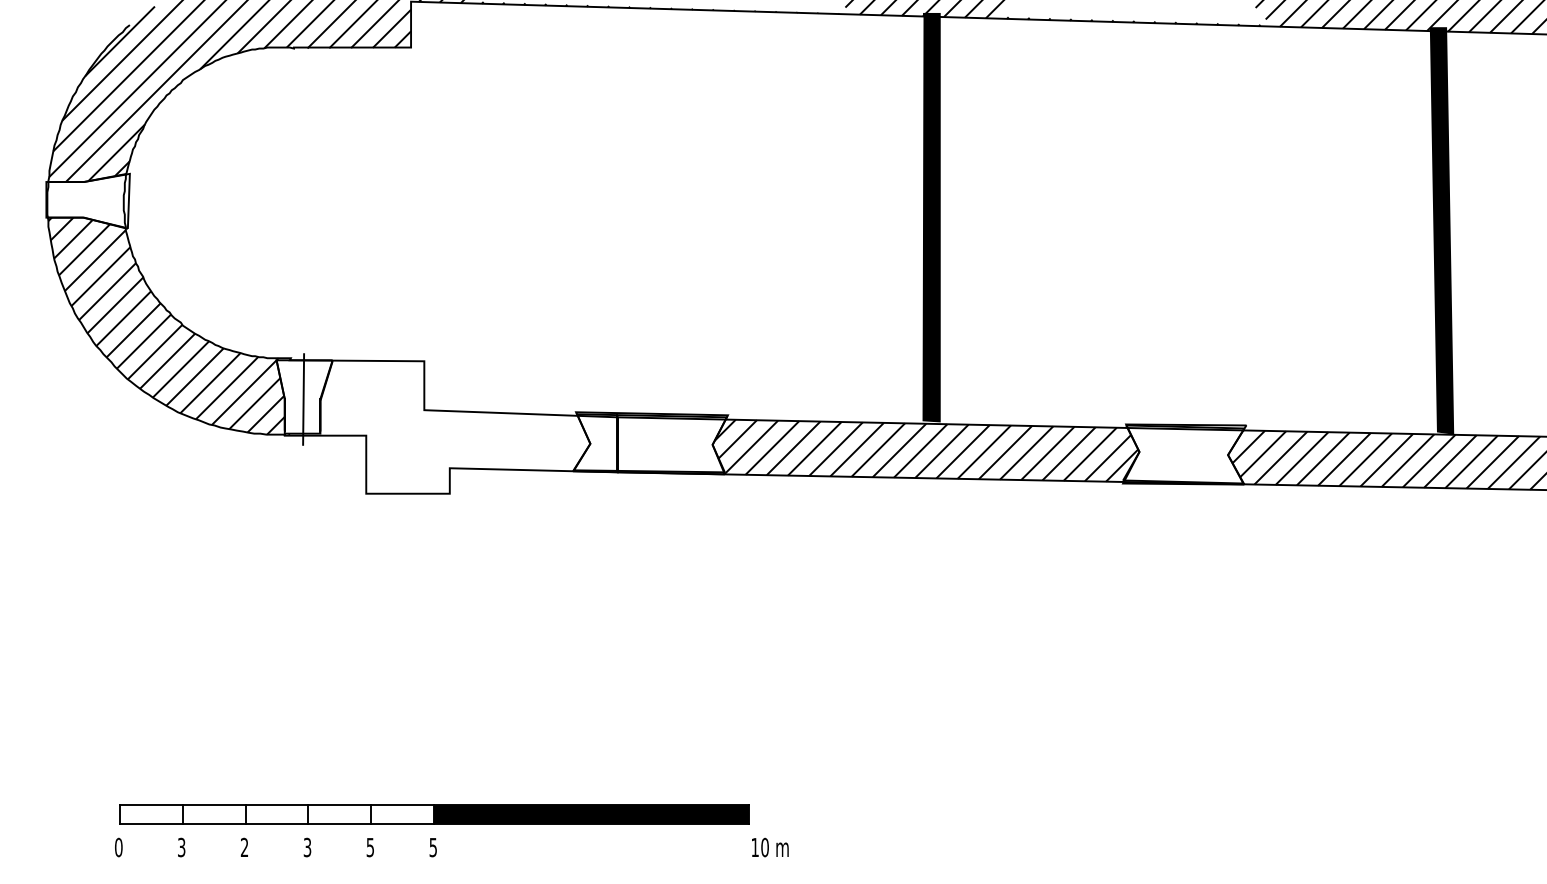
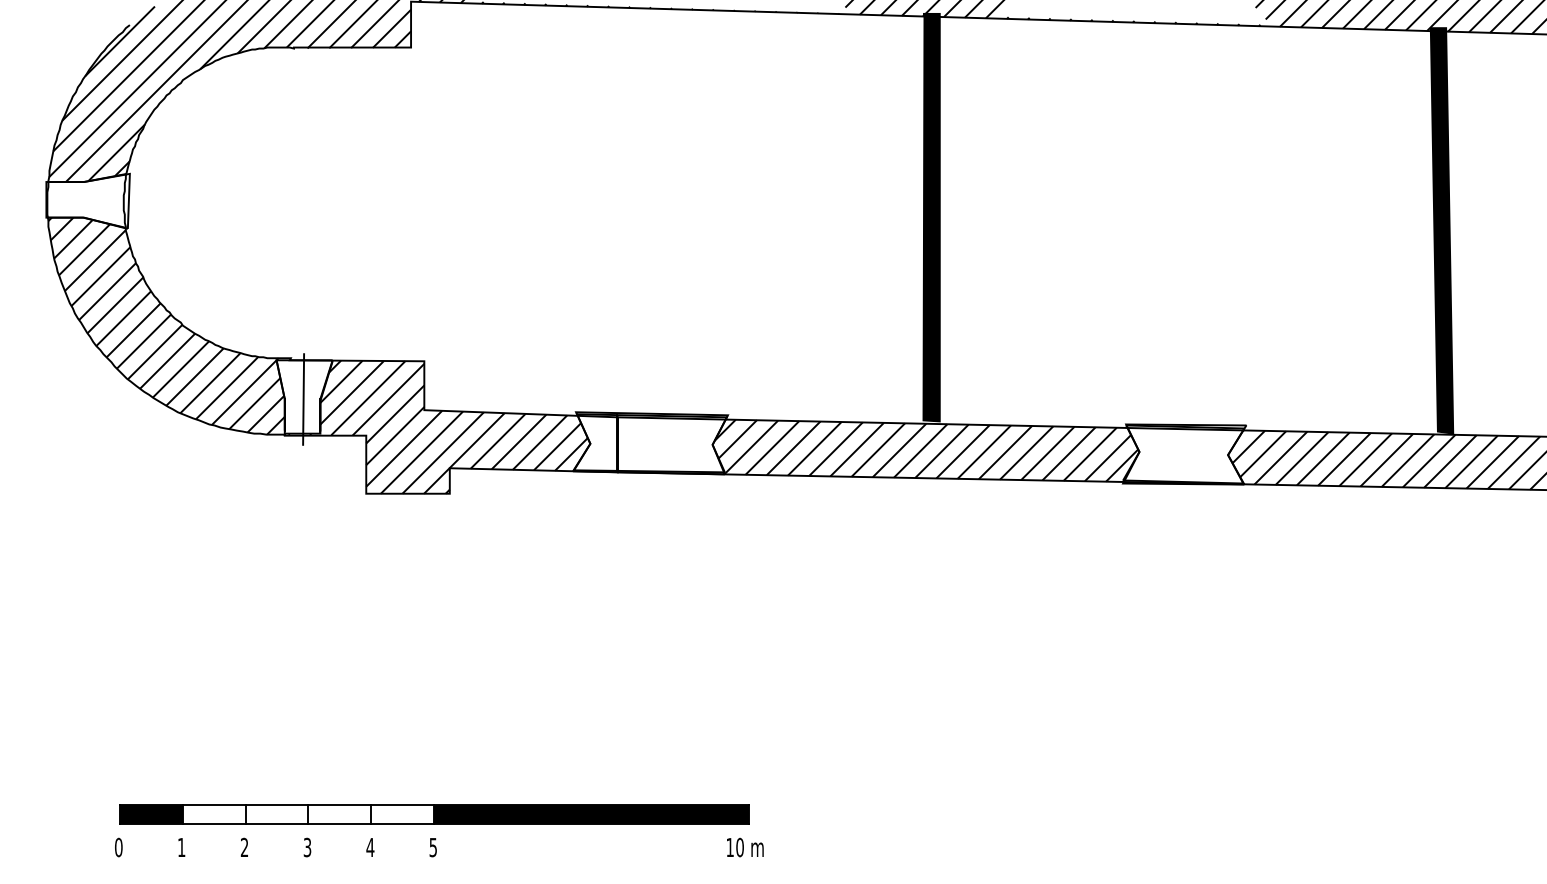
hatch at (448, 426): none -> present
fill at (150, 814): none -> present
text at (181, 847): 3 -> 1
text at (370, 847): 5 -> 4
text at (770, 847) position: (770, 847) -> (745, 847)
